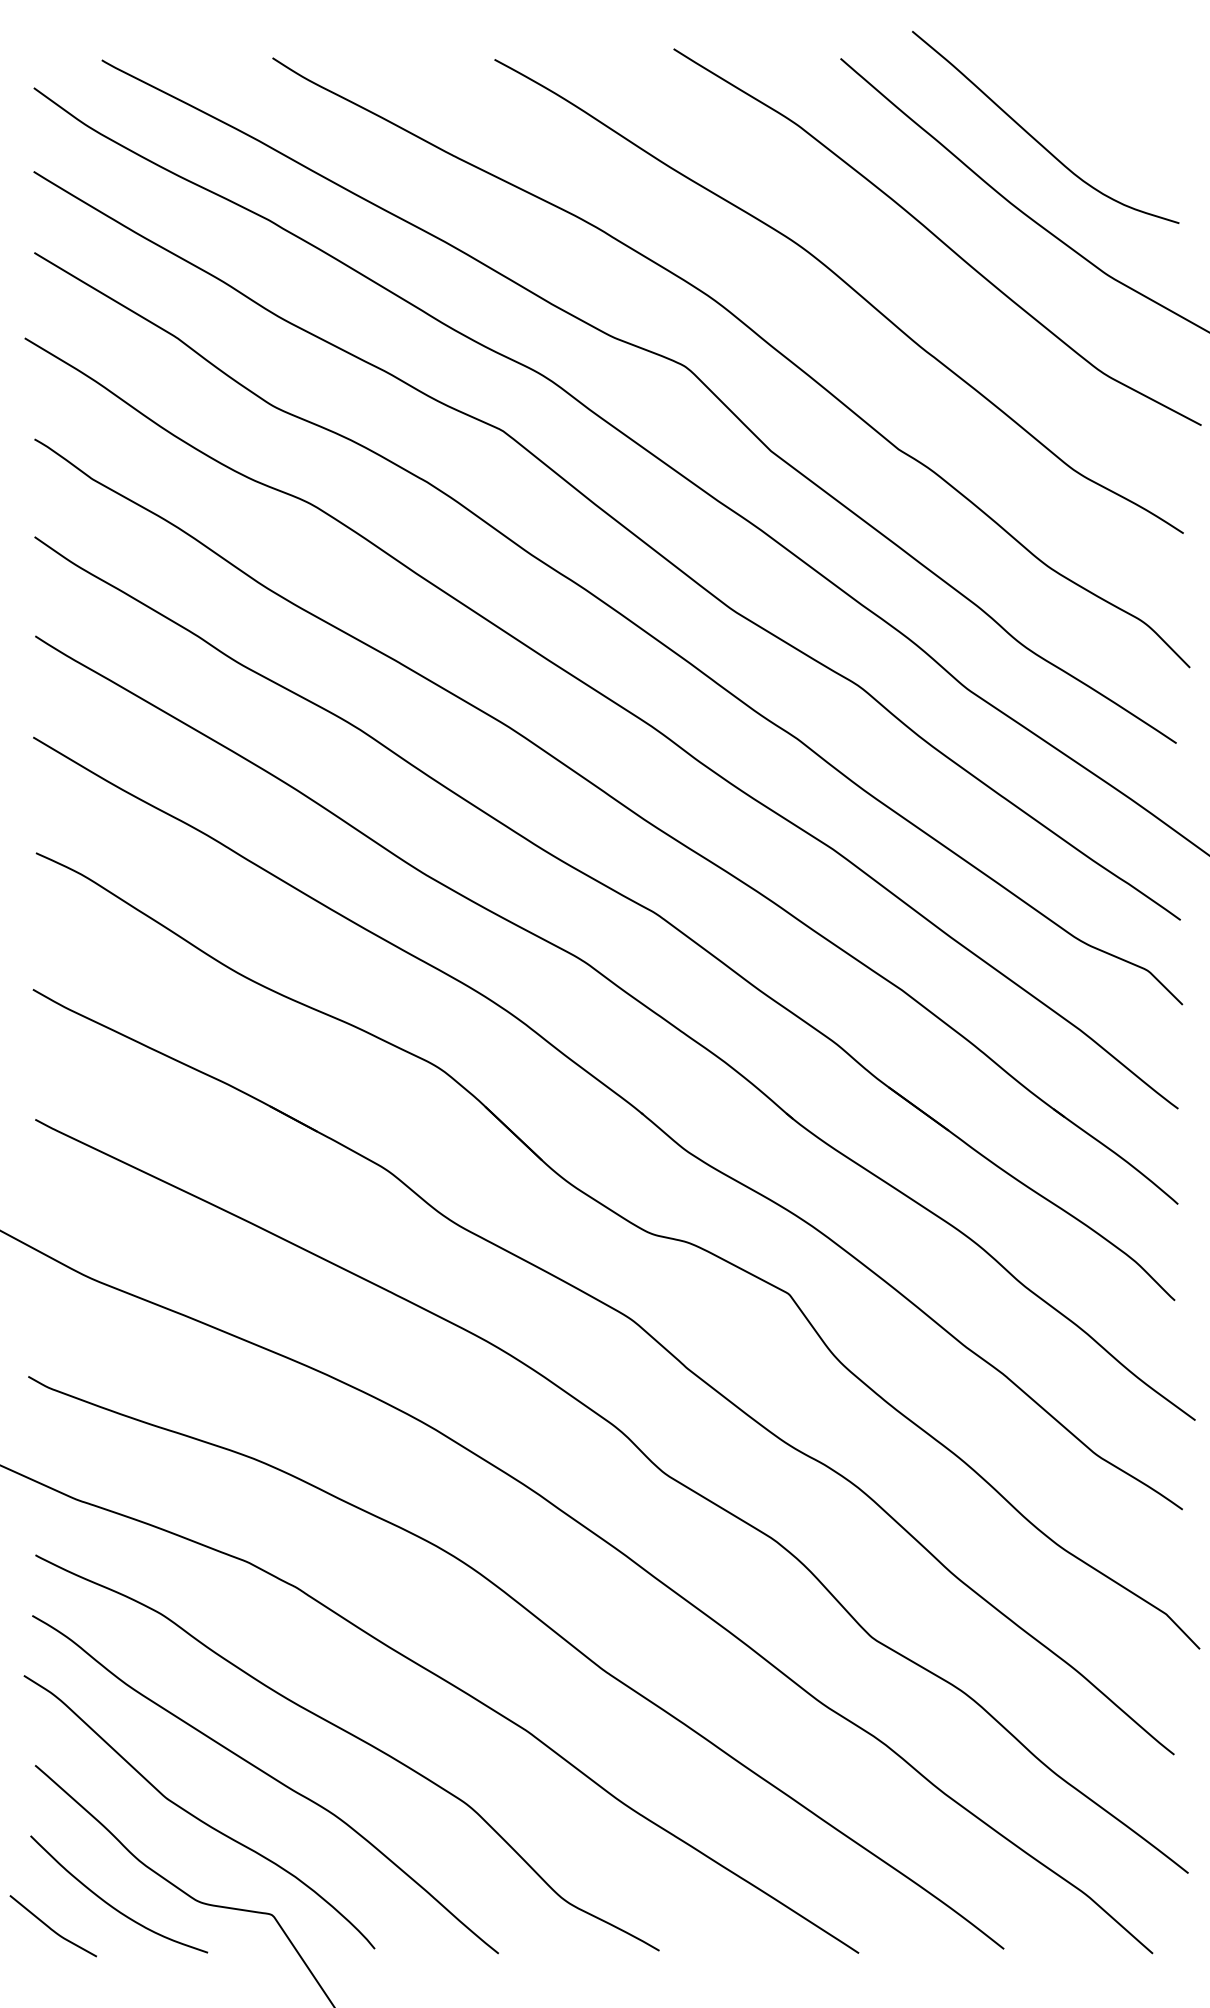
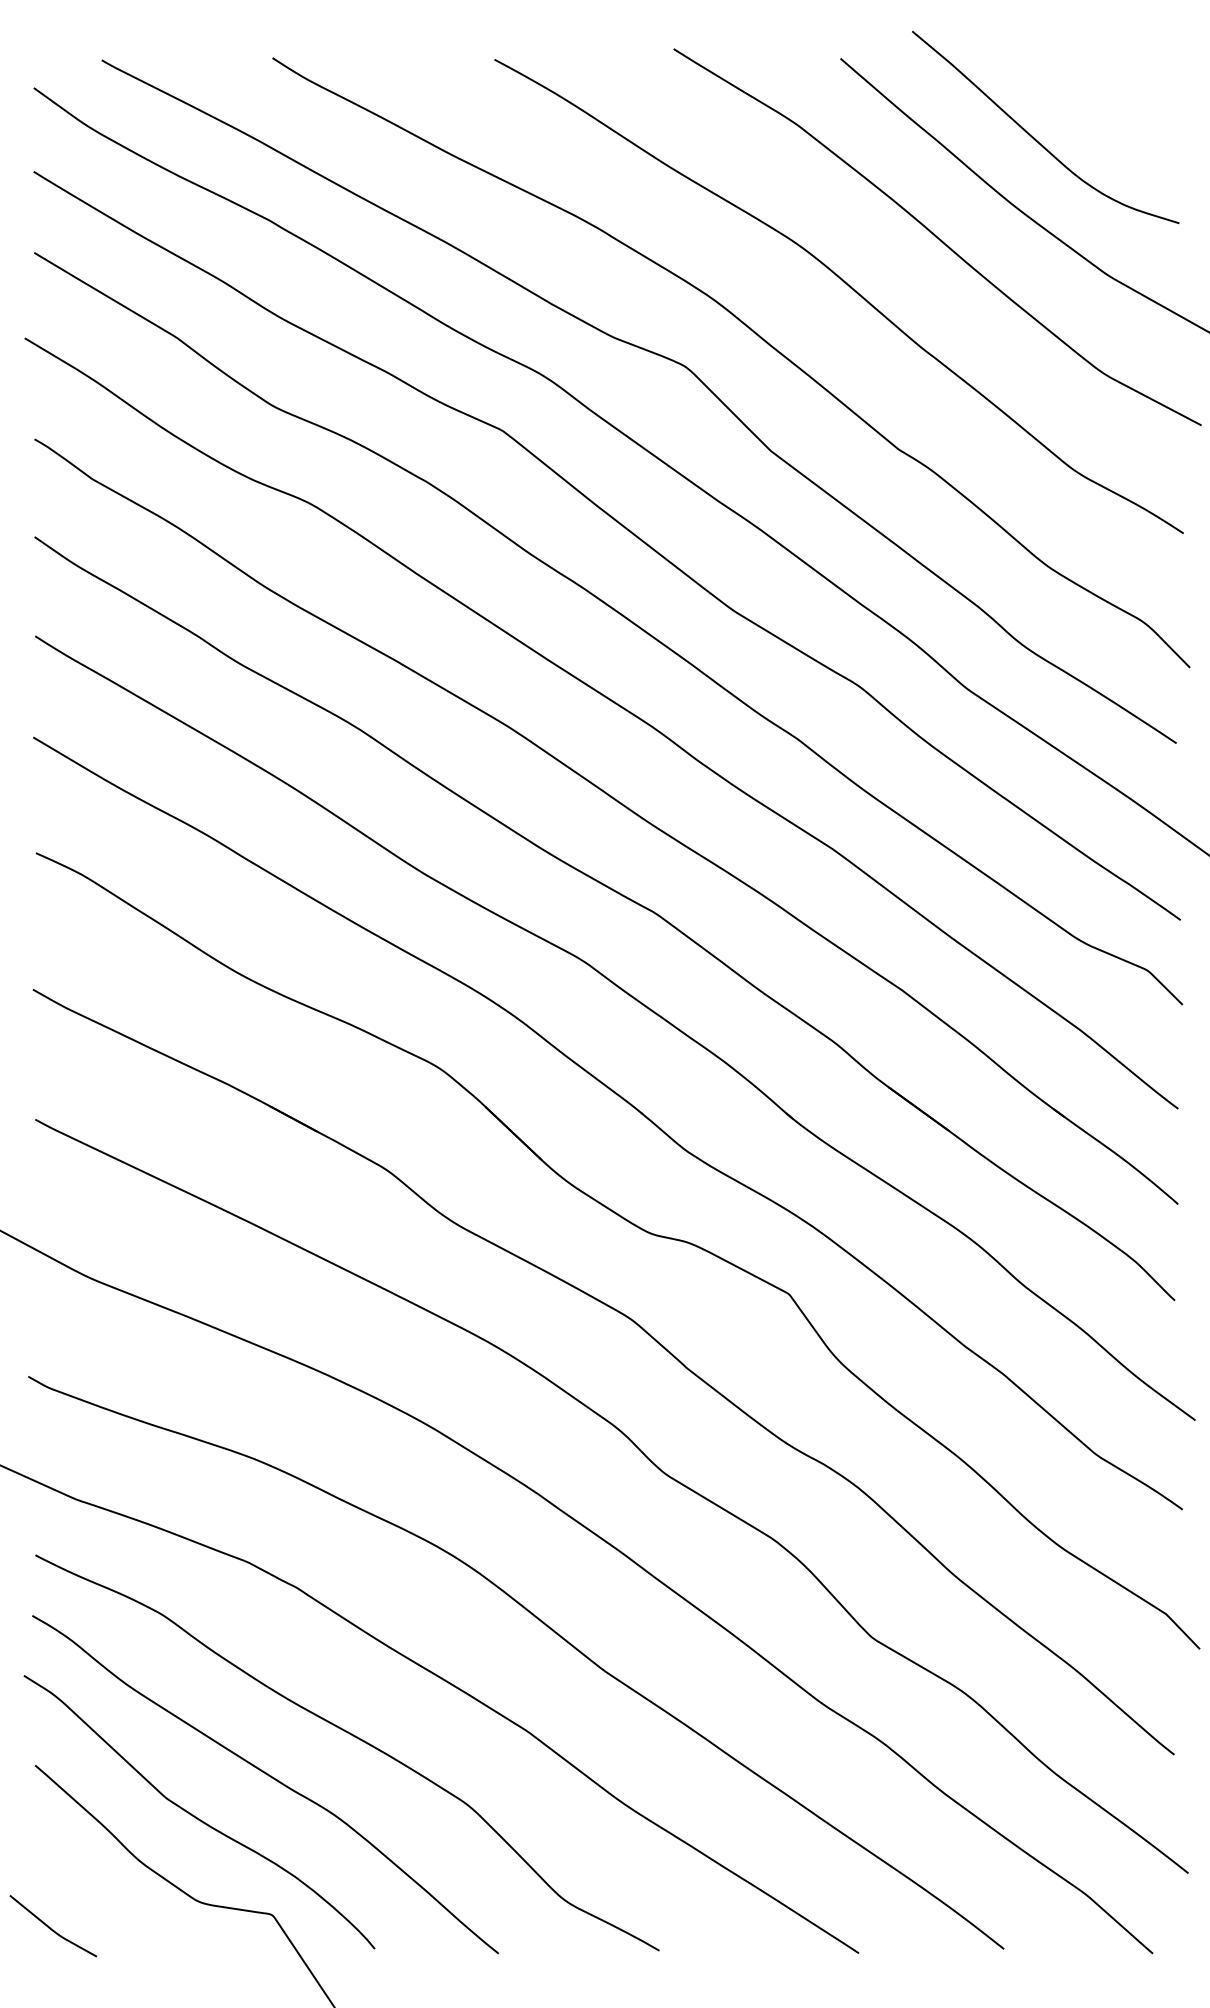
curve at (113, 1906): present -> none
